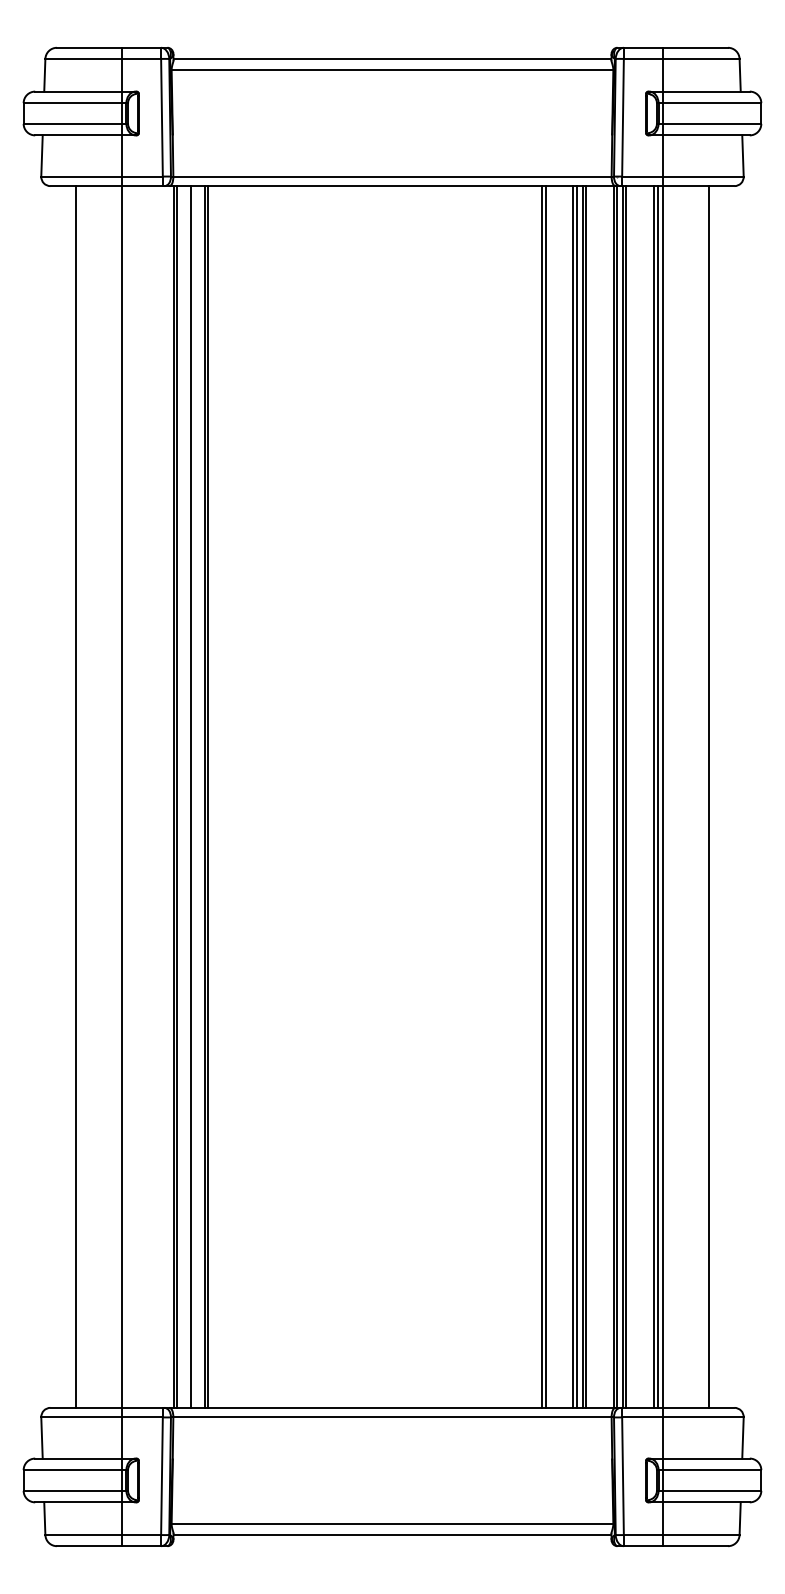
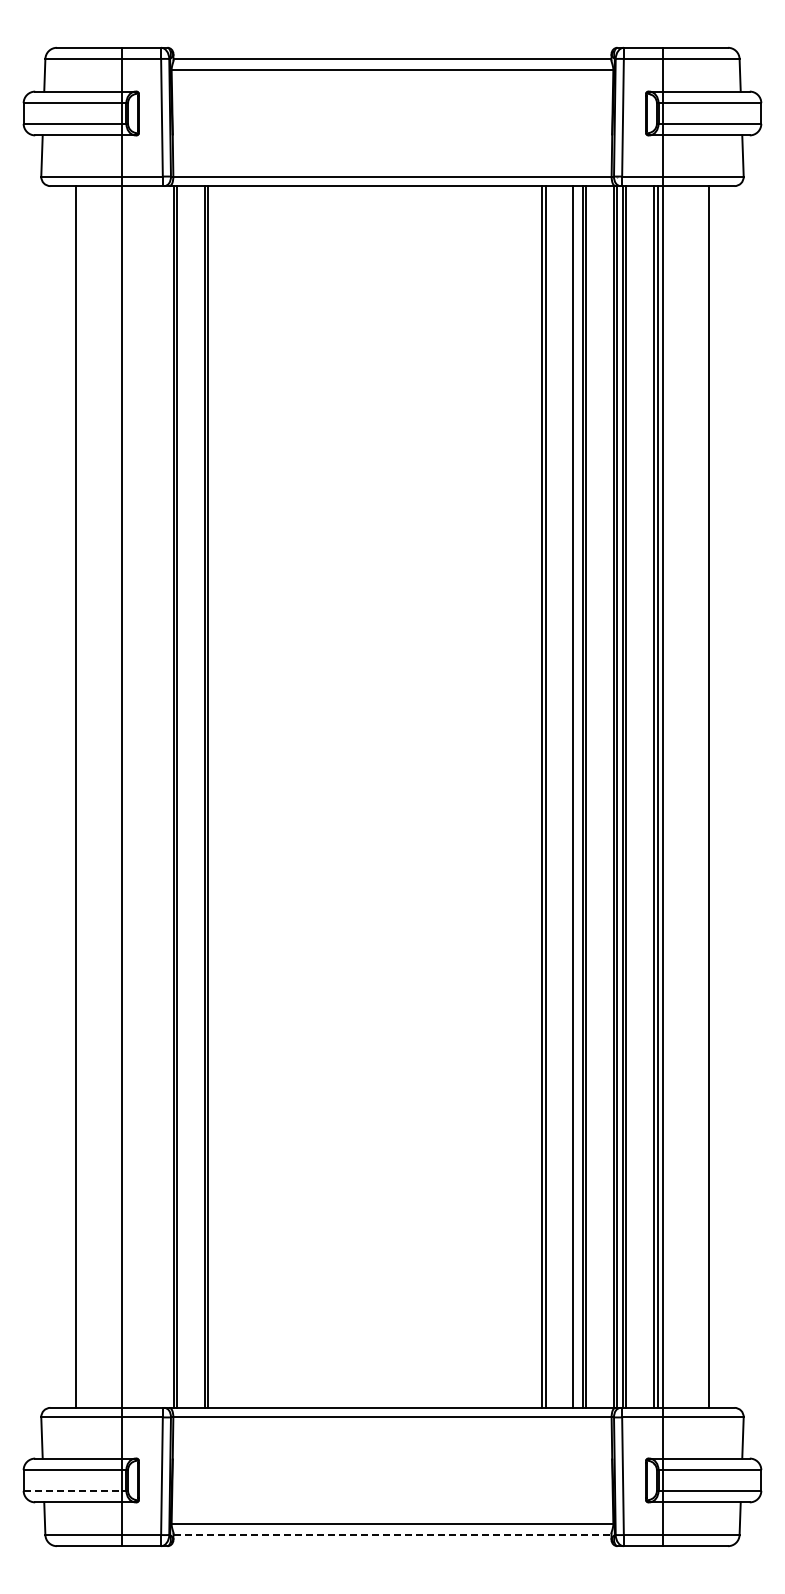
line at (190, 796): present -> none
line at (576, 796): present -> none
line at (72, 1490): solid -> dashed
line at (392, 1534): solid -> dashed
